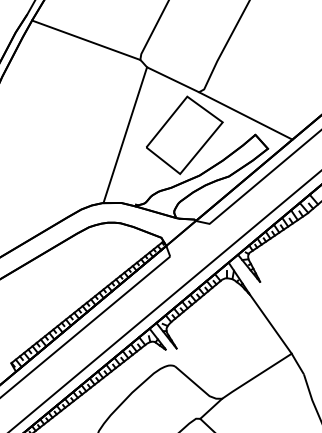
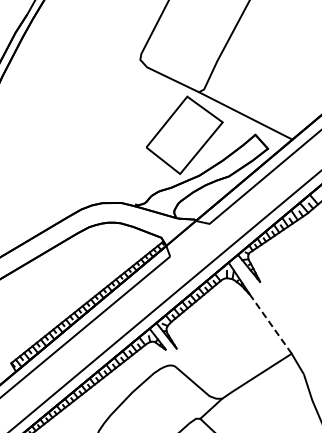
line at (86, 39): present -> none
line at (125, 134): present -> none
line at (271, 324): solid -> dashed
